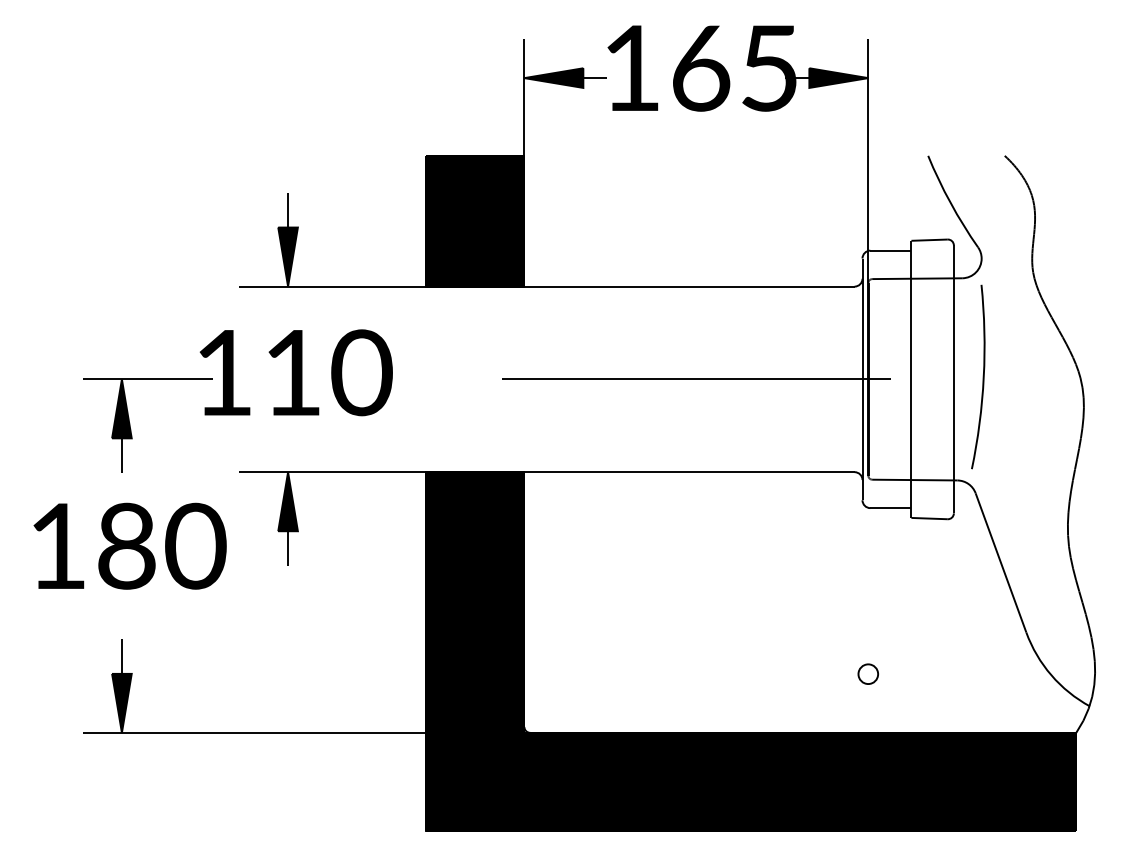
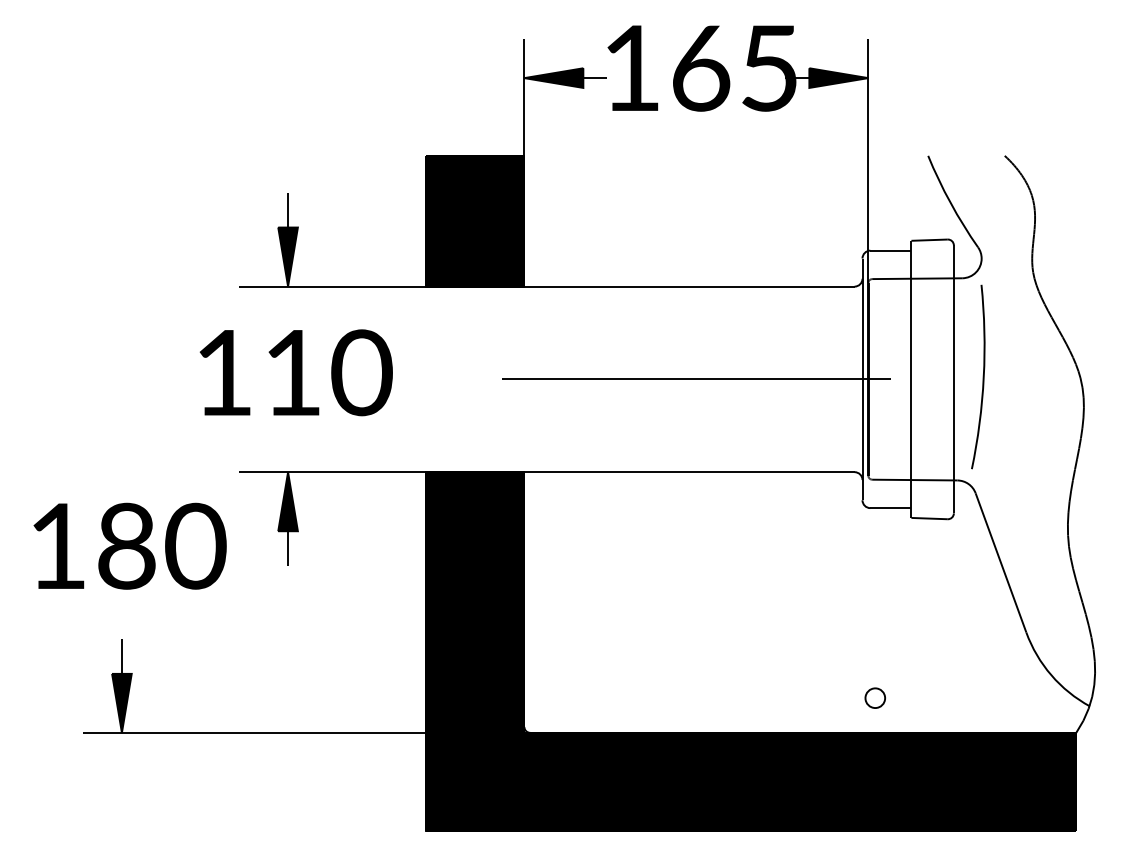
part at (131, 429): present -> none
part at (867, 673) position: (867, 673) -> (874, 697)
